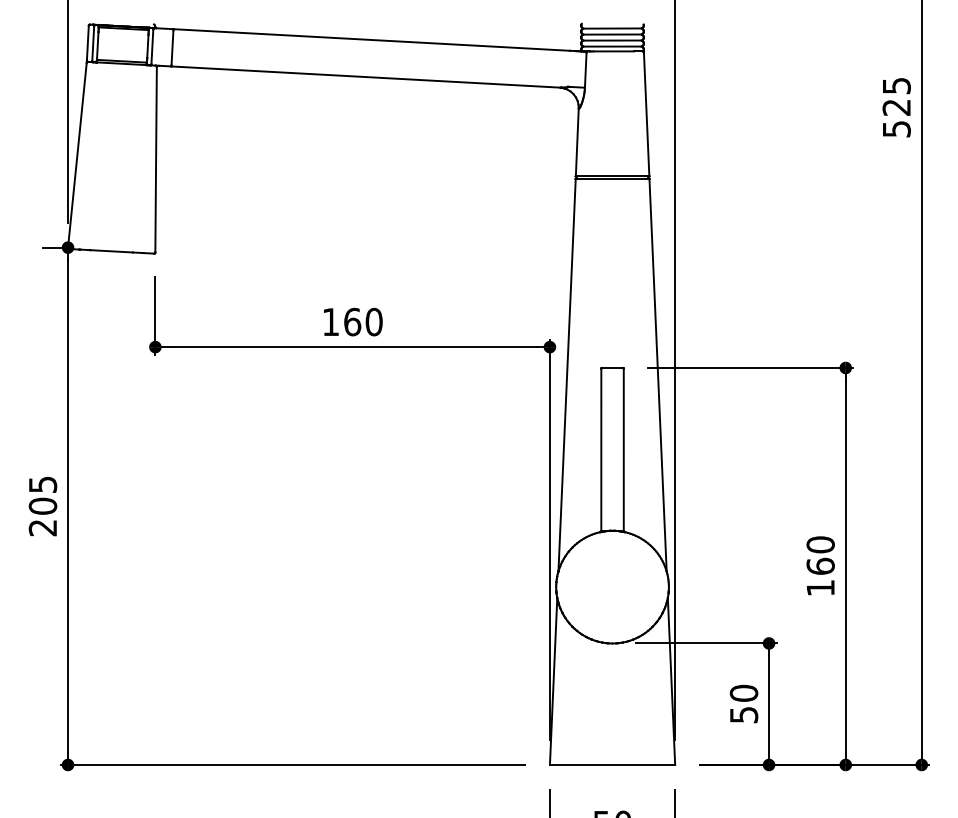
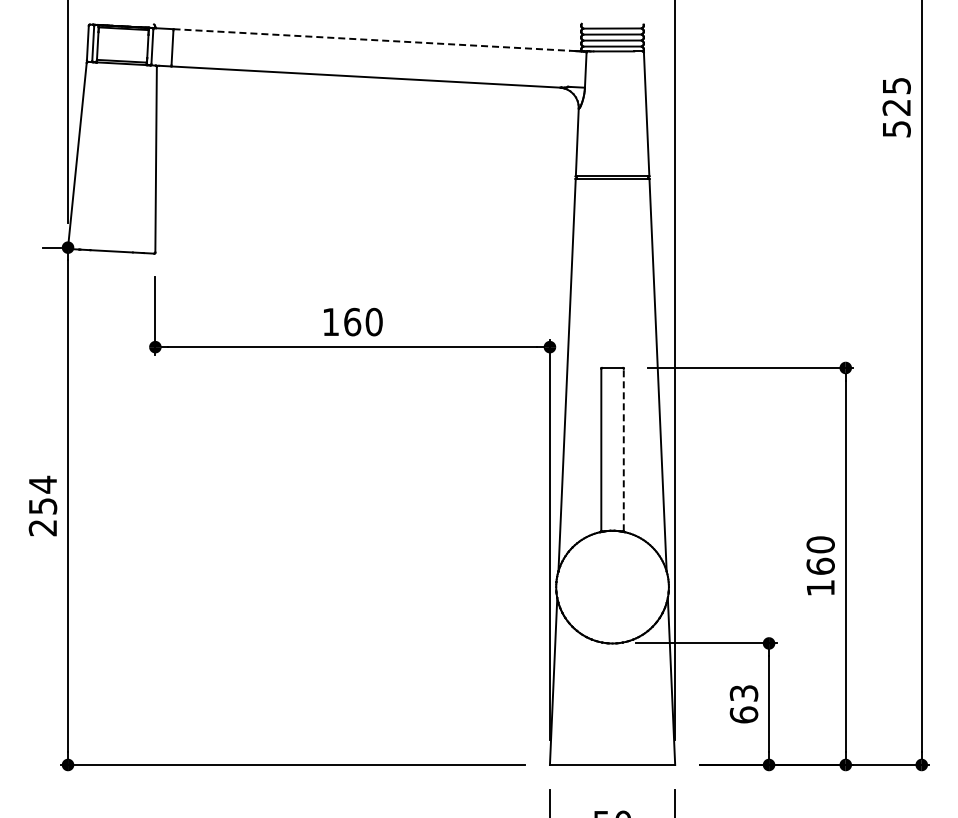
line at (371, 40): solid -> dashed
line at (623, 449): solid -> dashed
text at (42, 494): 205 -> 254
text at (743, 703): 50 -> 63
